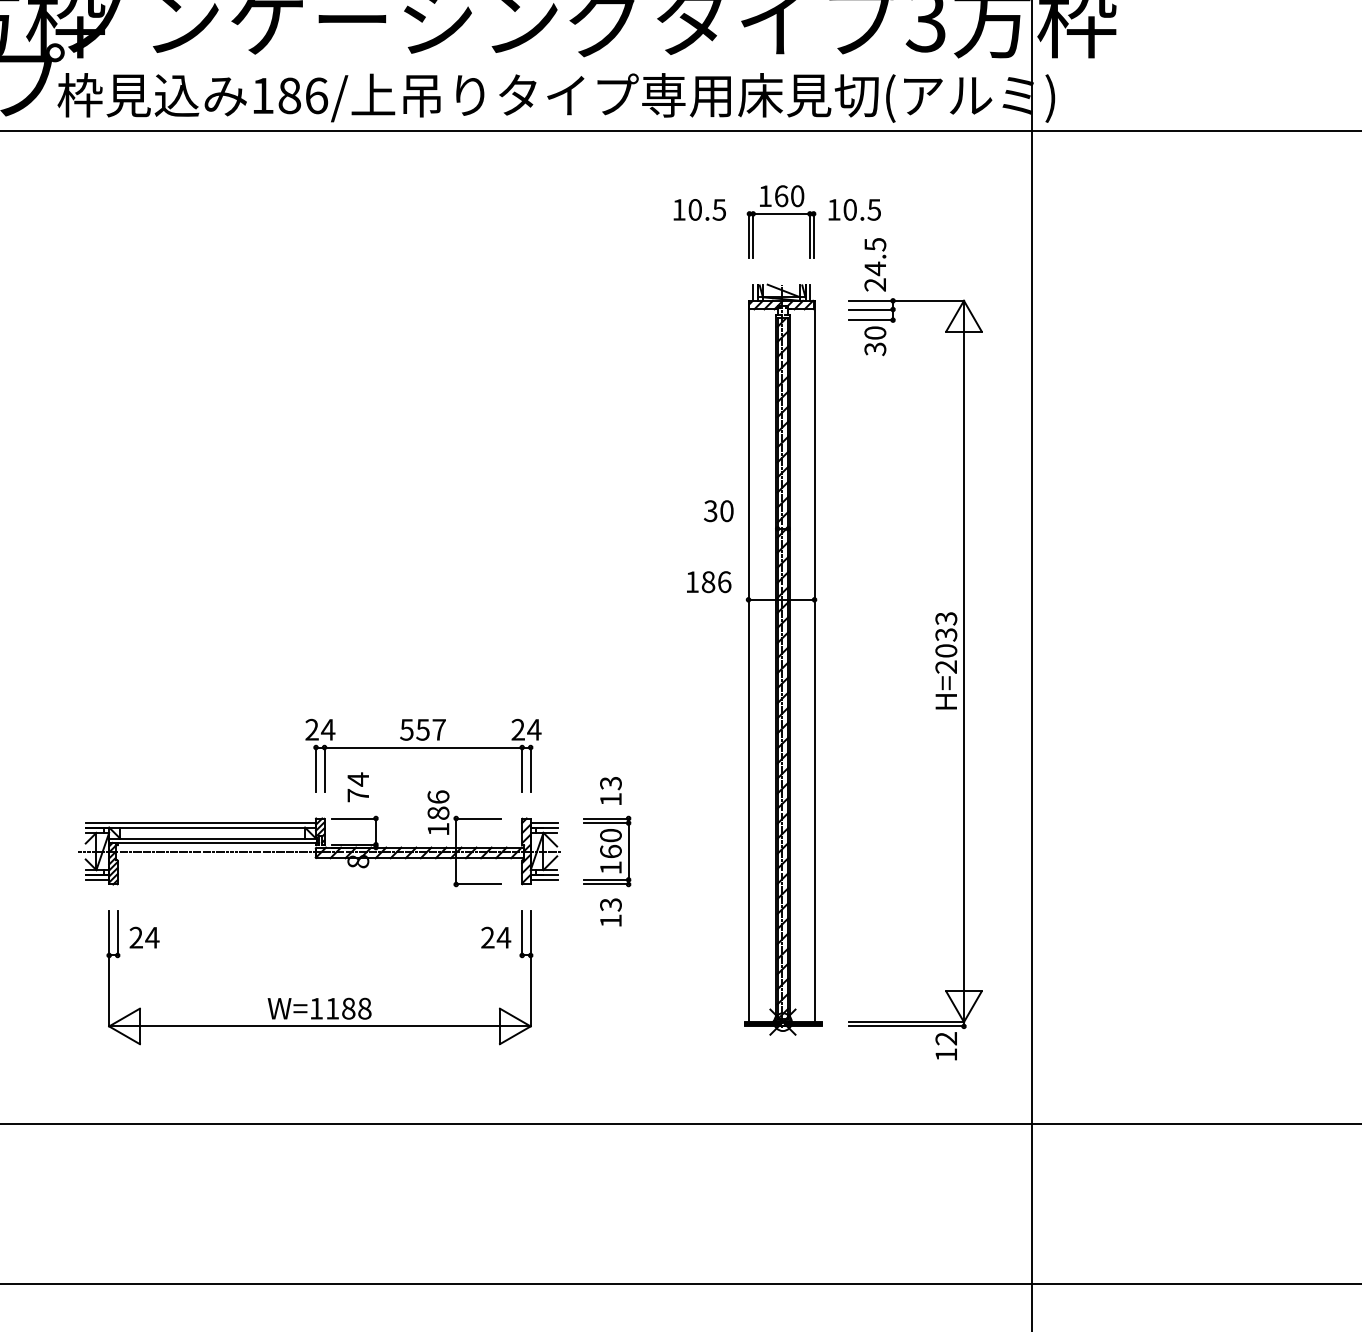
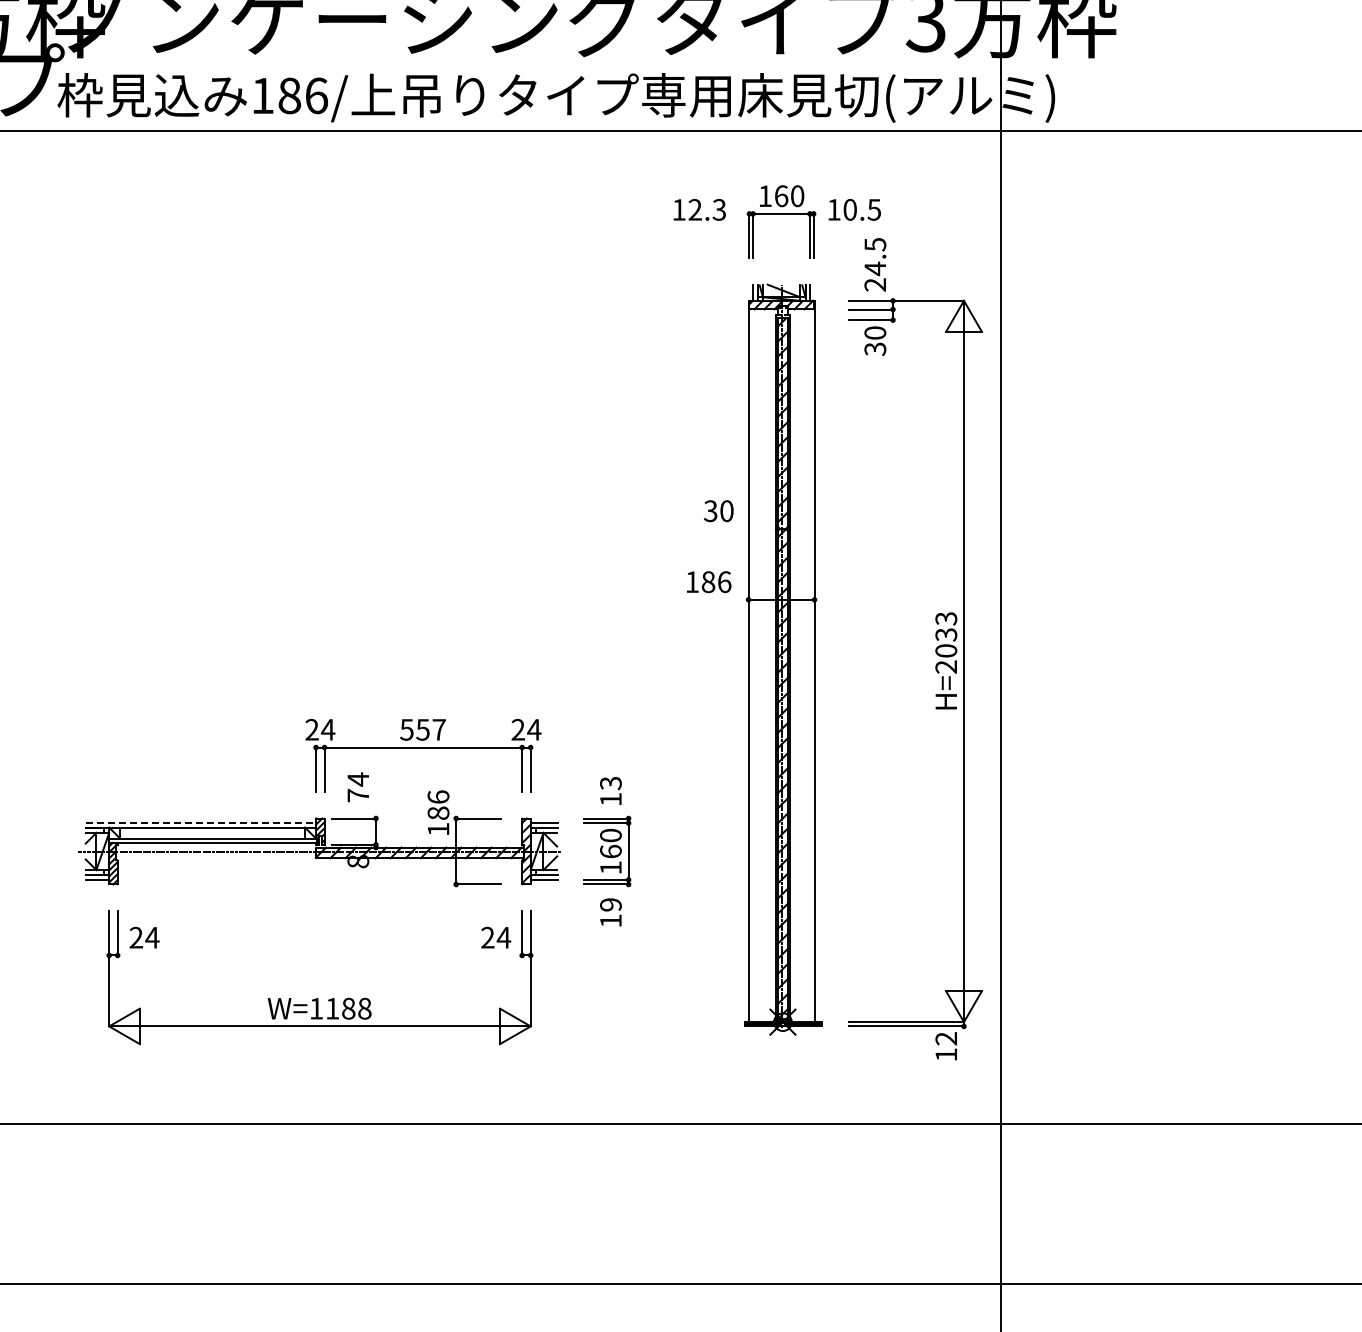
text at (706, 209): 10.5 -> 12.3
line at (1031, 665) position: (1031, 665) -> (1000, 665)
line at (201, 823): solid -> dashed
text at (610, 904): 13 -> 19
